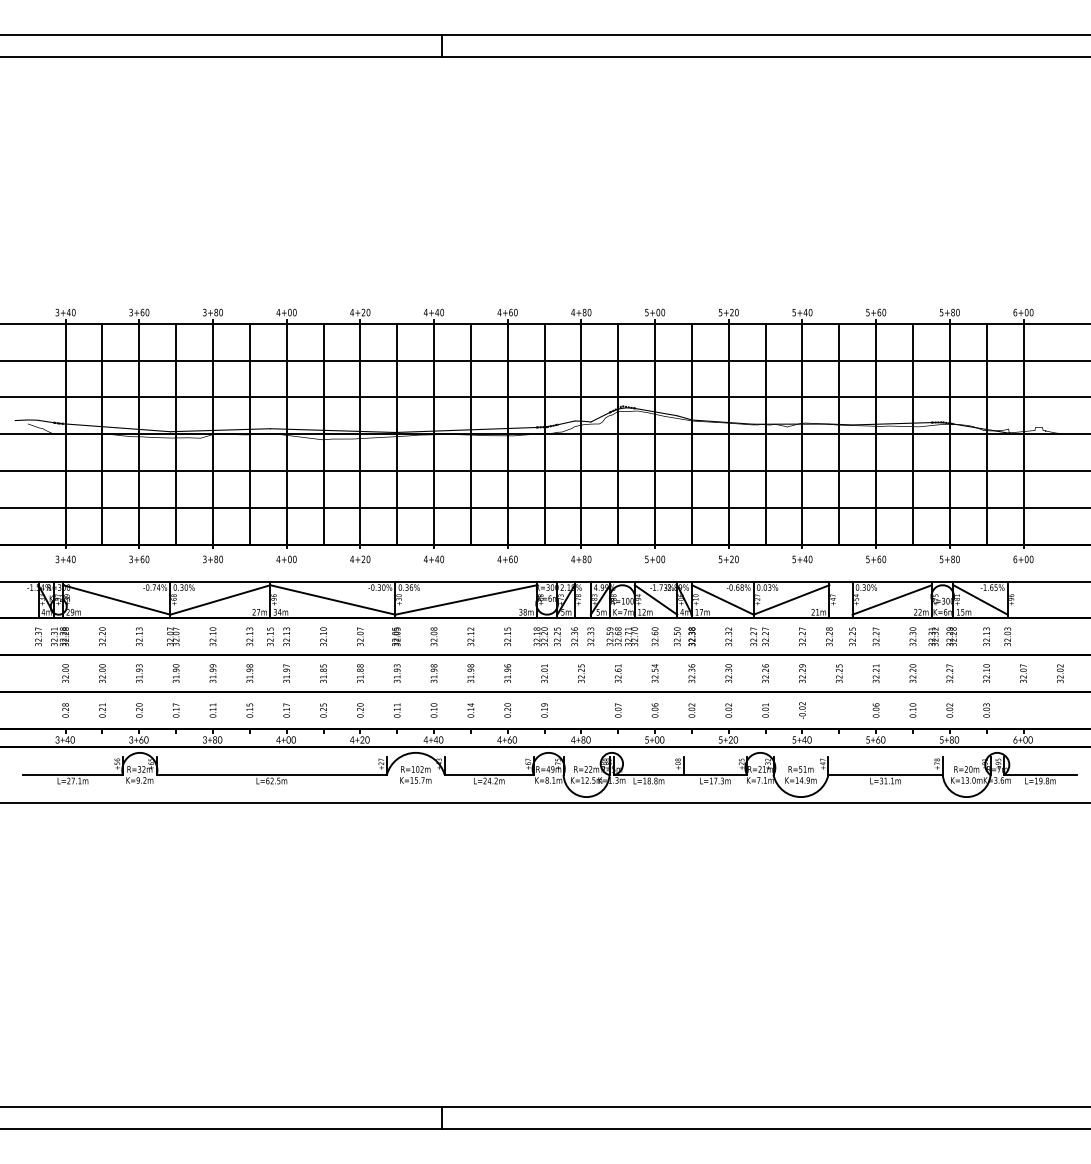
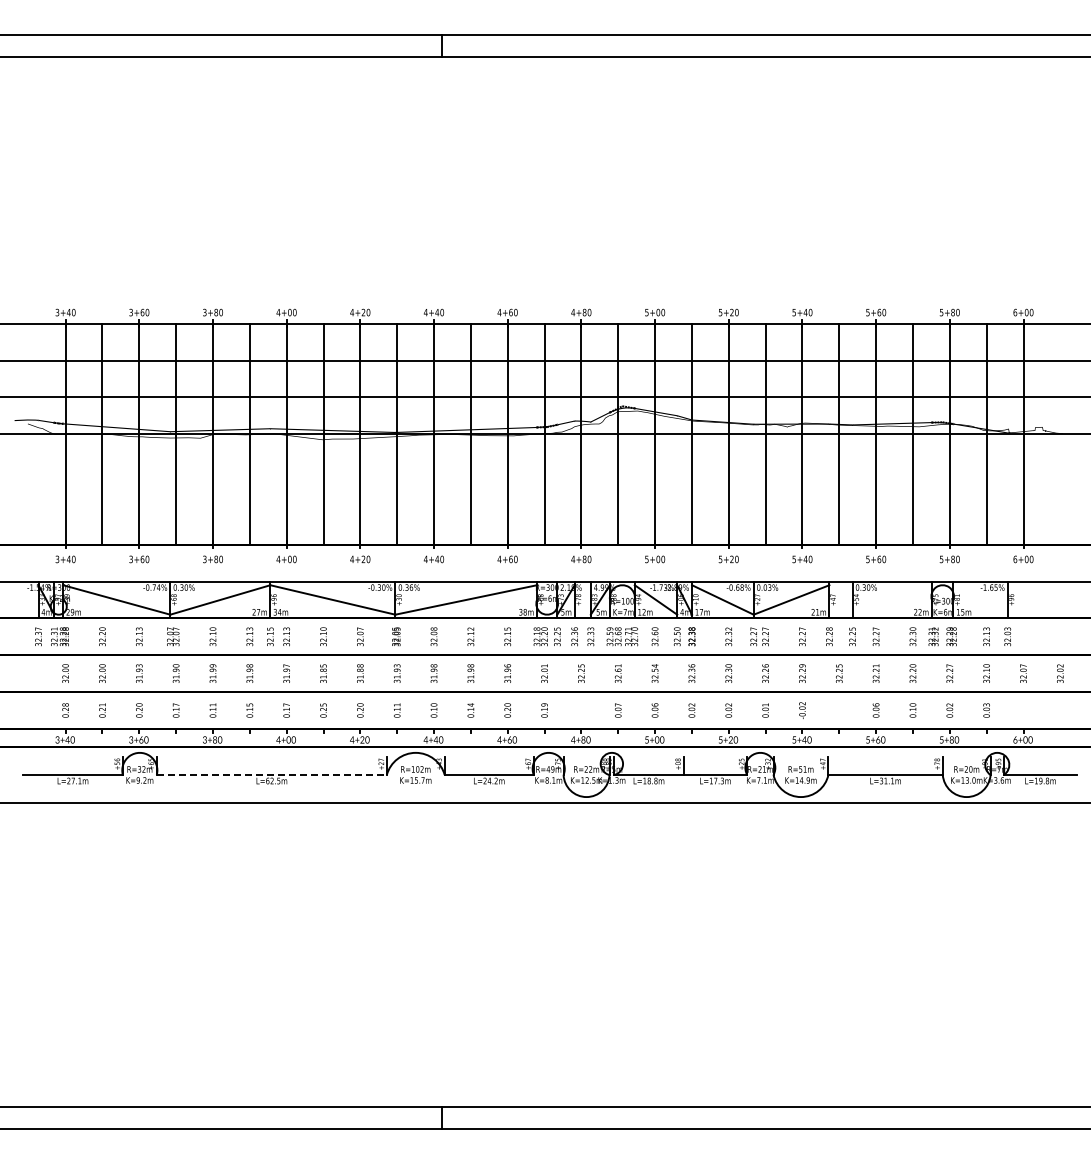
line at (544, 471): present -> none
line at (544, 507): present -> none
line at (891, 599): present -> none
line at (980, 599): present -> none
line at (272, 774): solid -> dashed
